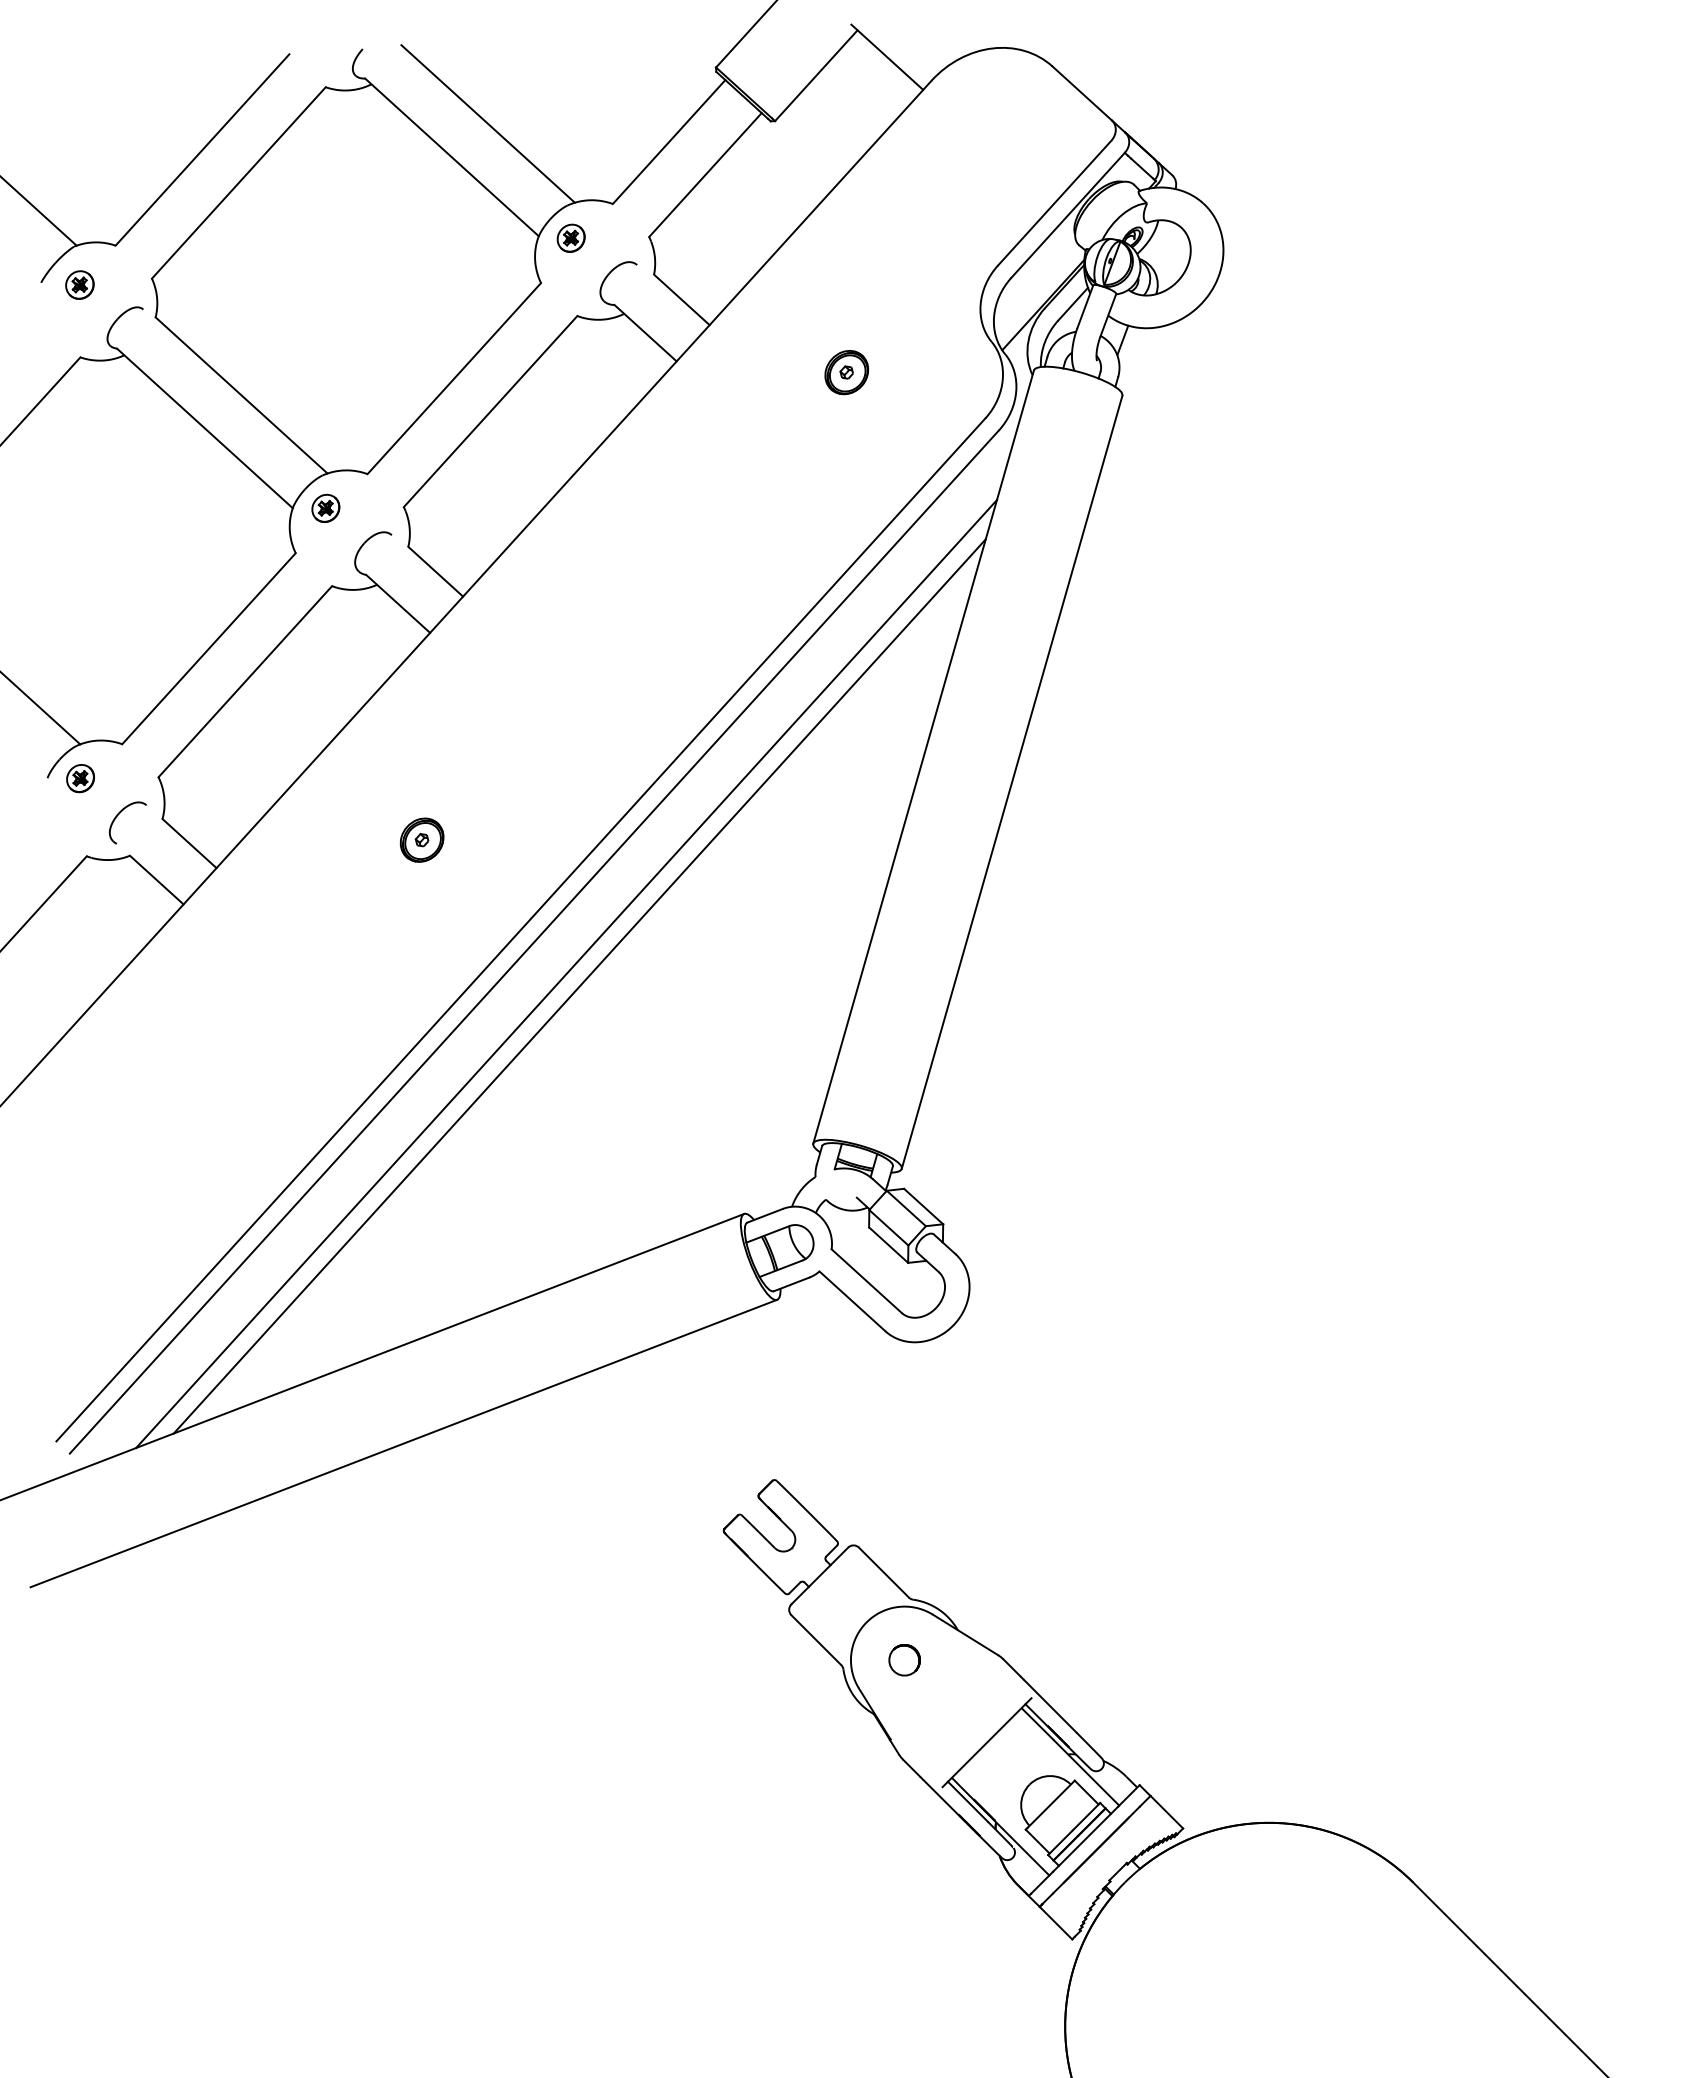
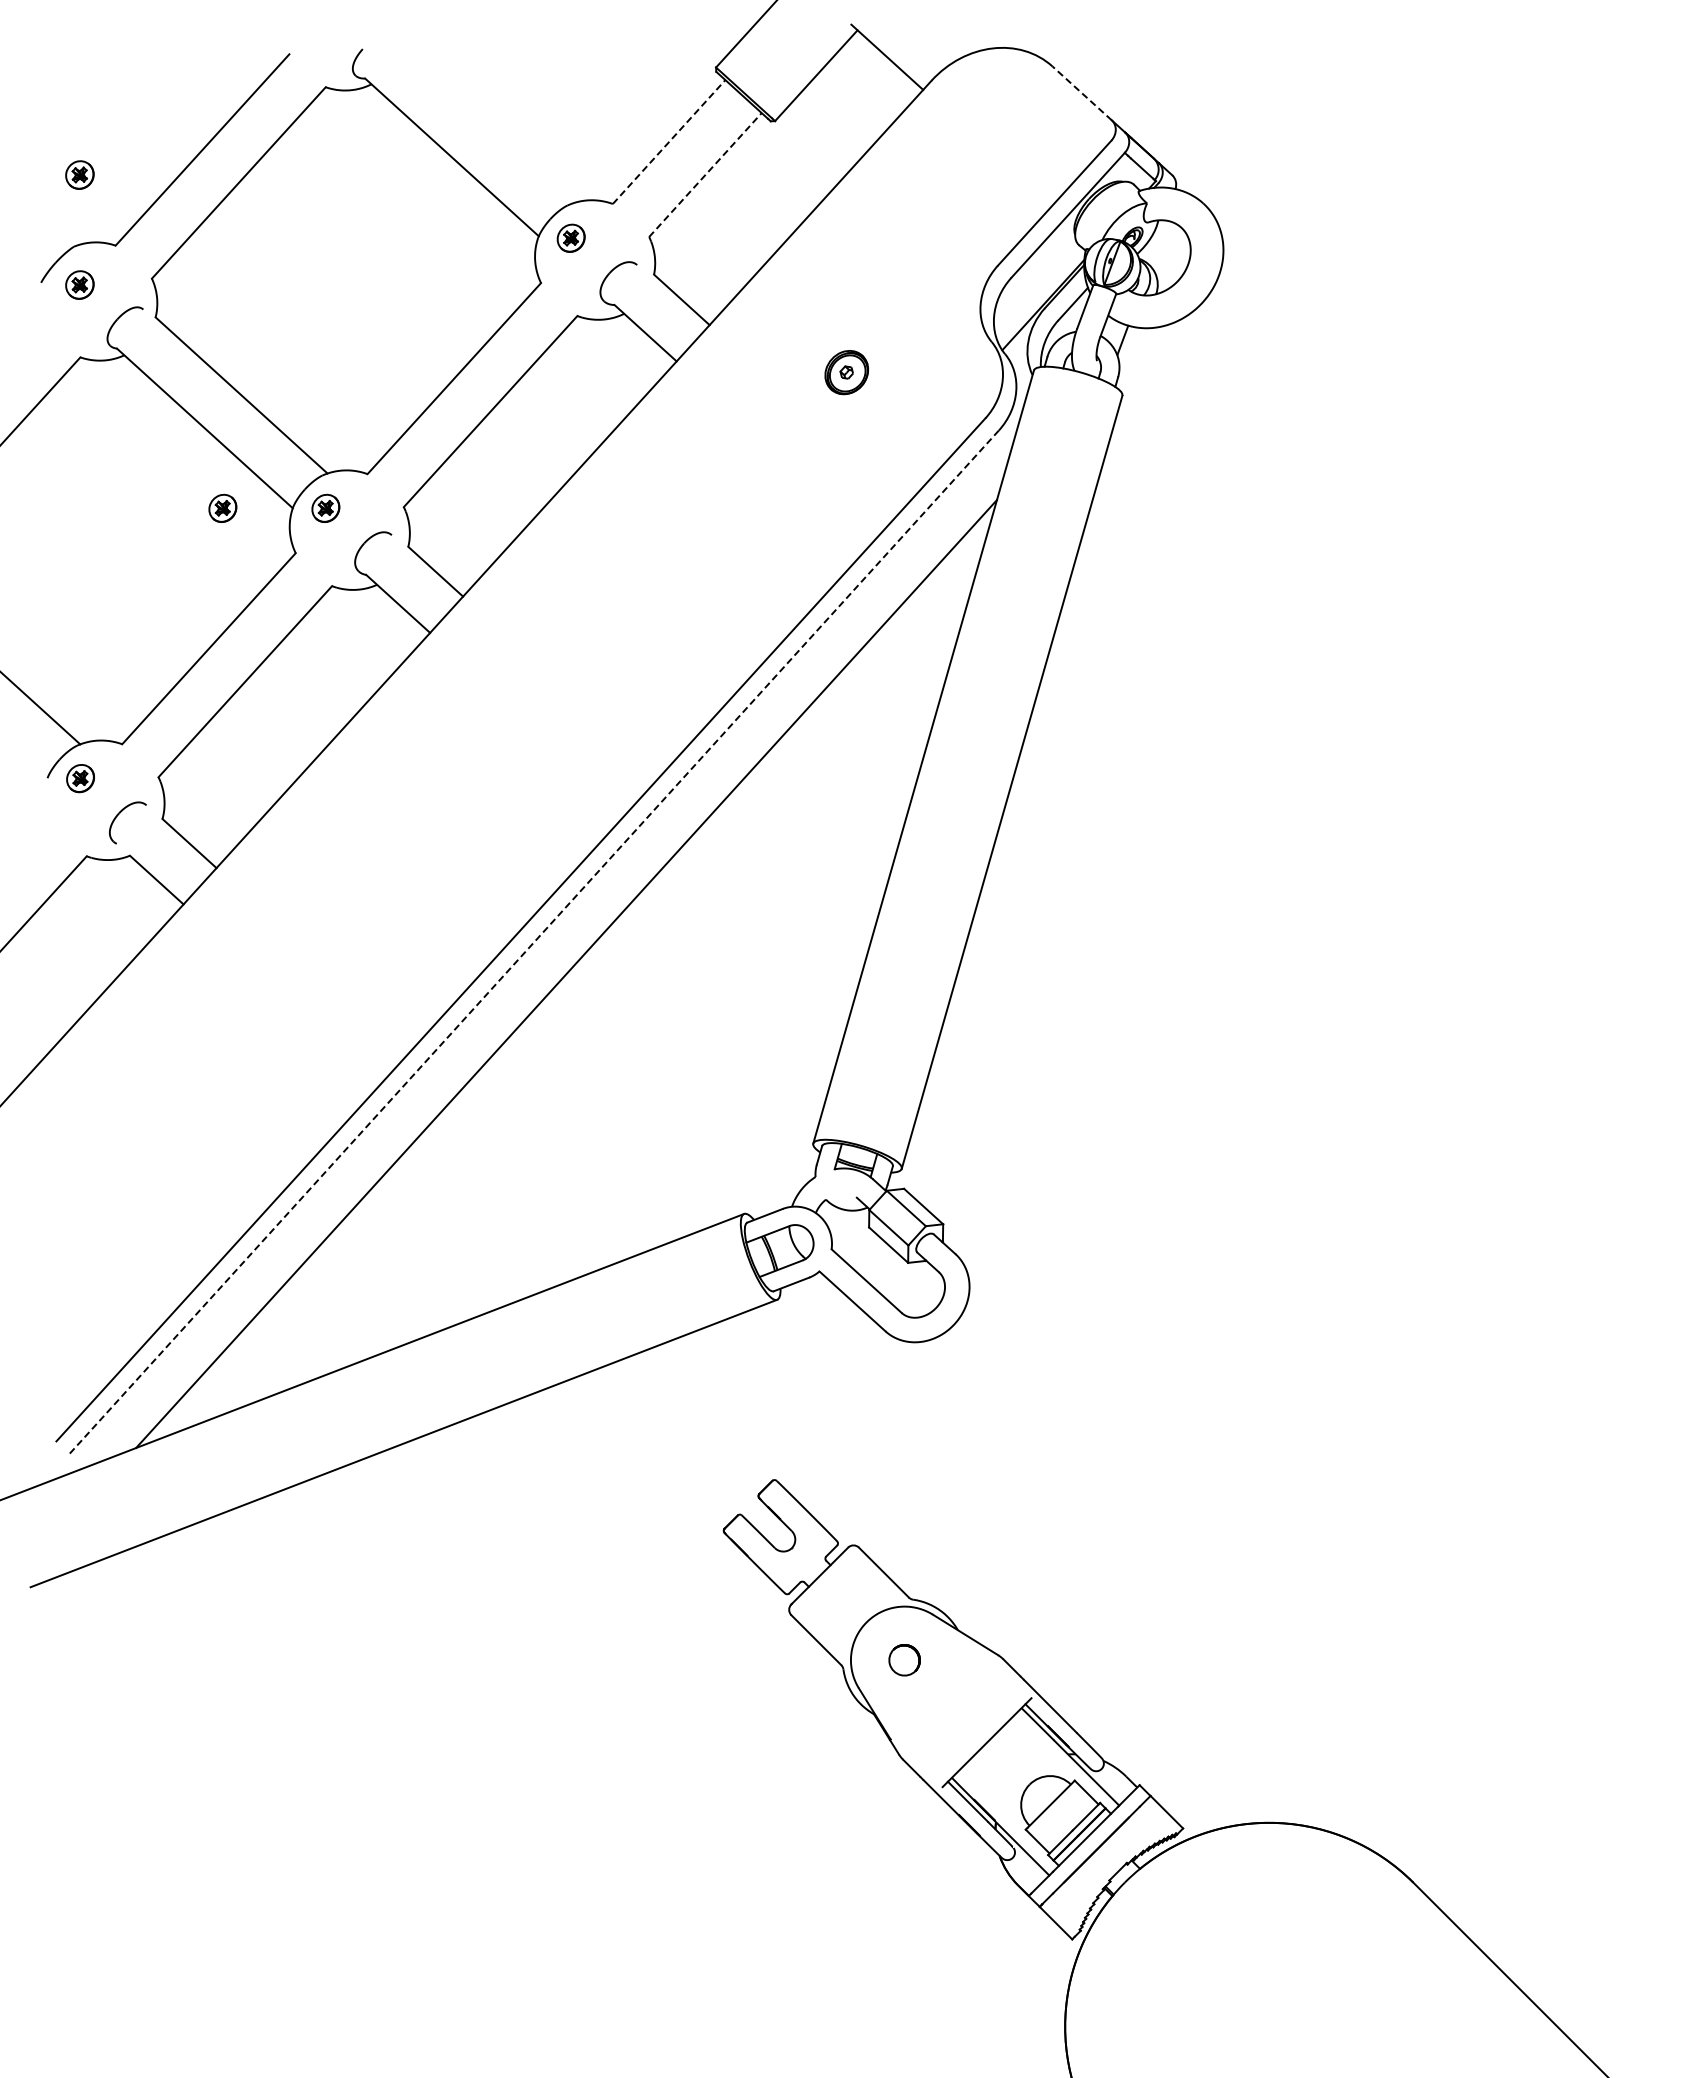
line at (1081, 93): solid -> dashed
line at (487, 123): present -> none
line at (669, 142): solid -> dashed
part at (79, 174): none -> present
line at (705, 175): solid -> dashed
line at (39, 211): present -> none
part at (222, 507): none -> present
part at (421, 839): present -> none
line at (534, 942): solid -> dashed
line at (579, 986): present -> none
